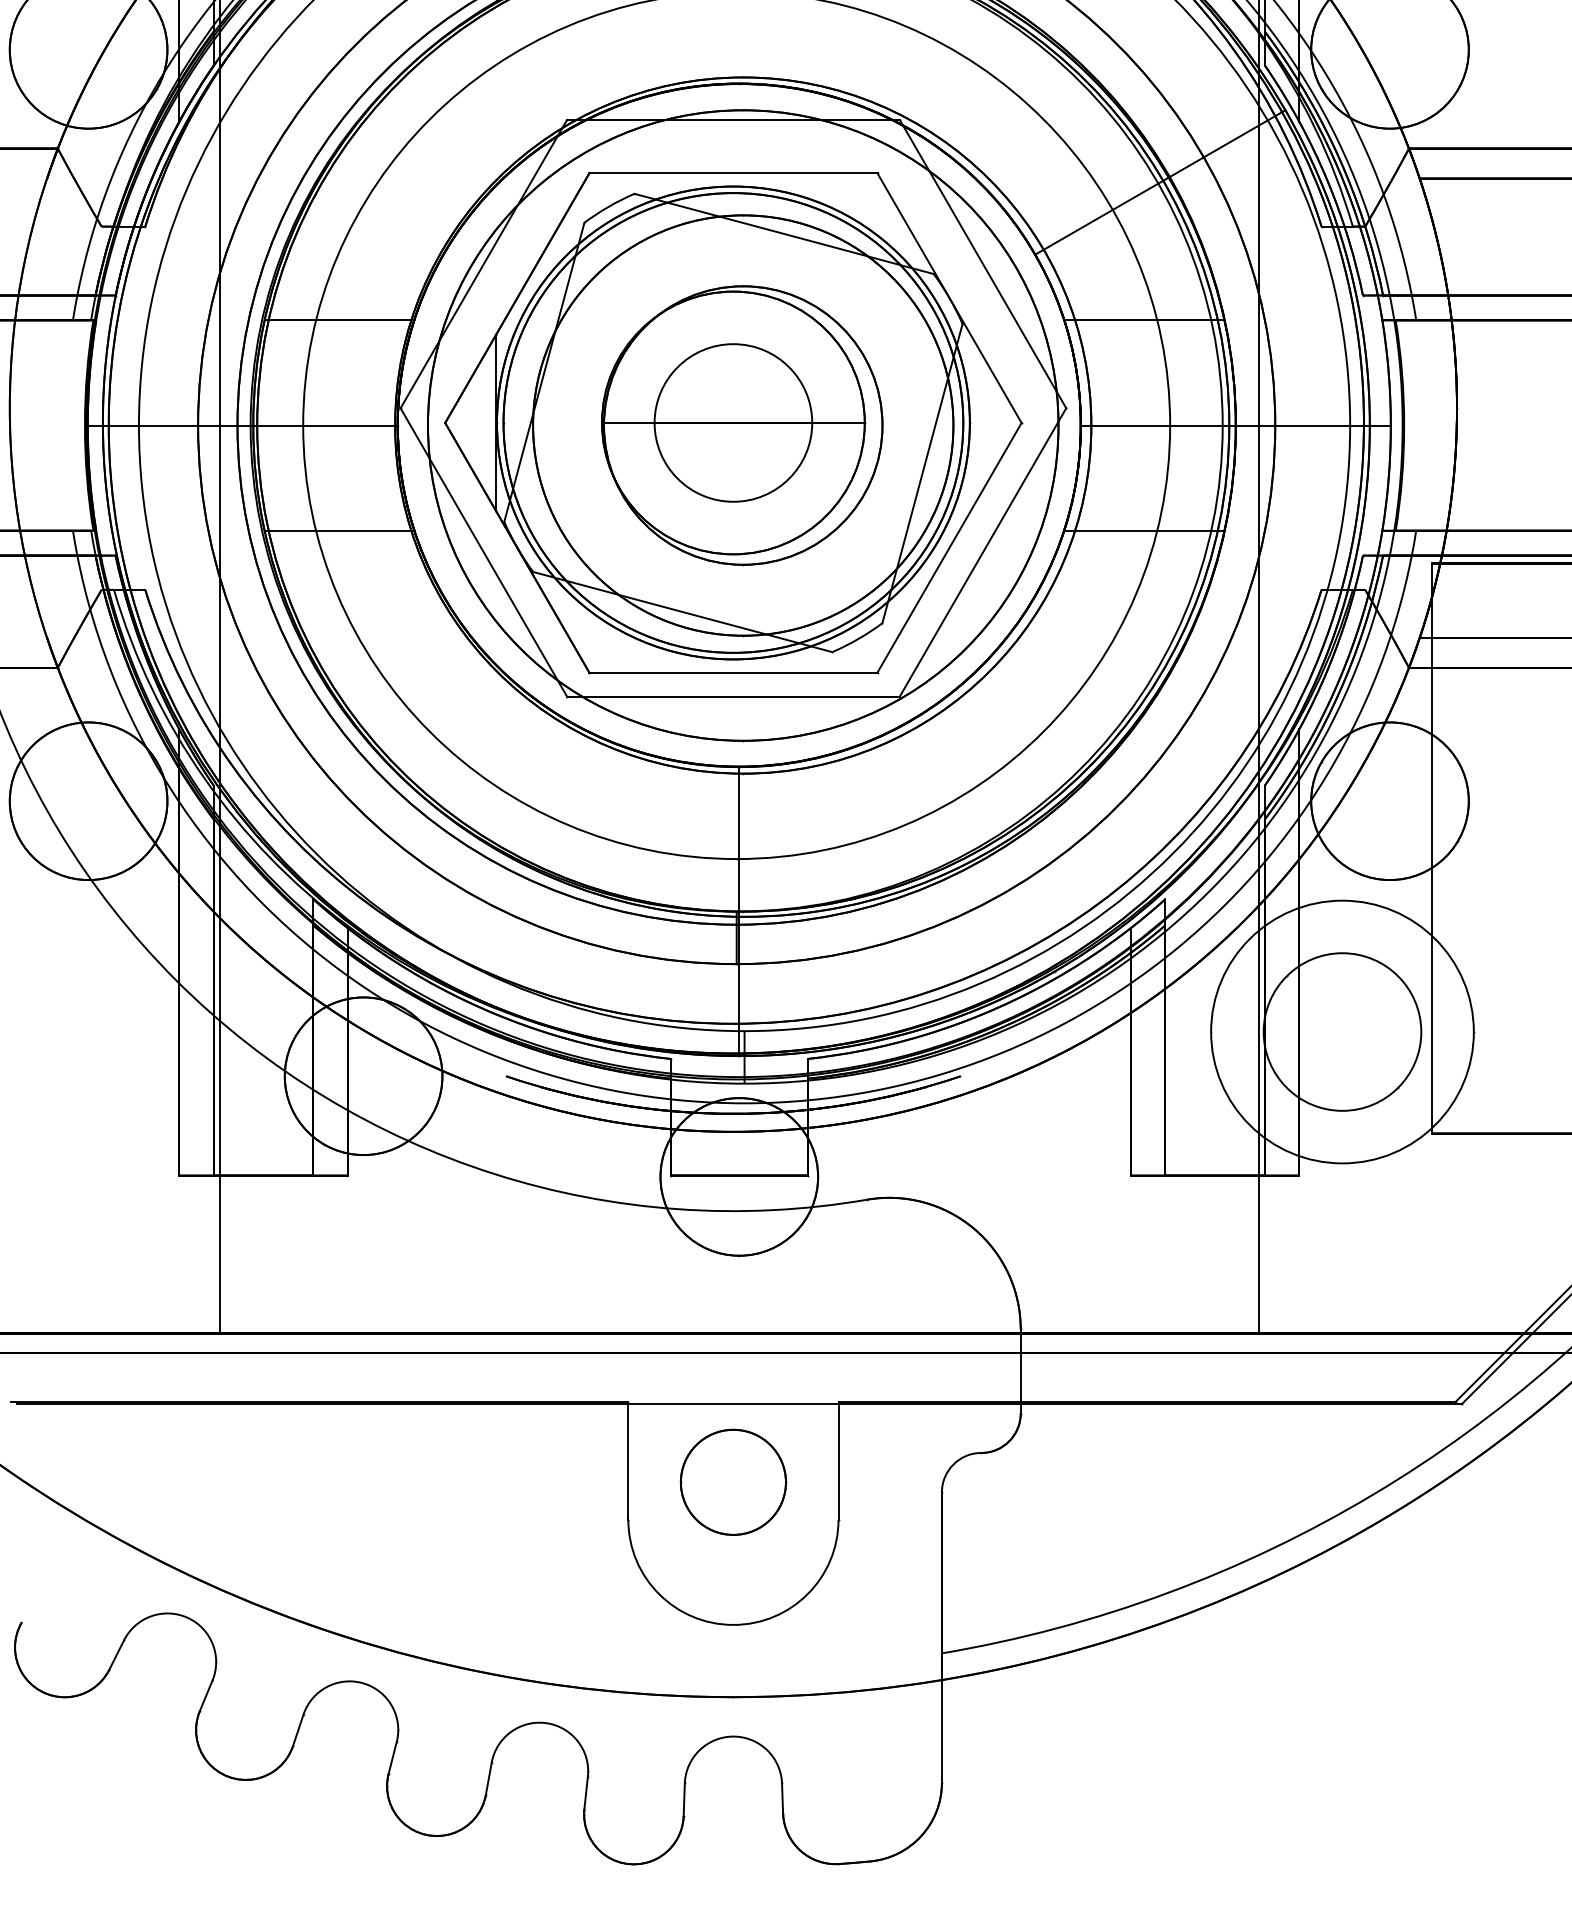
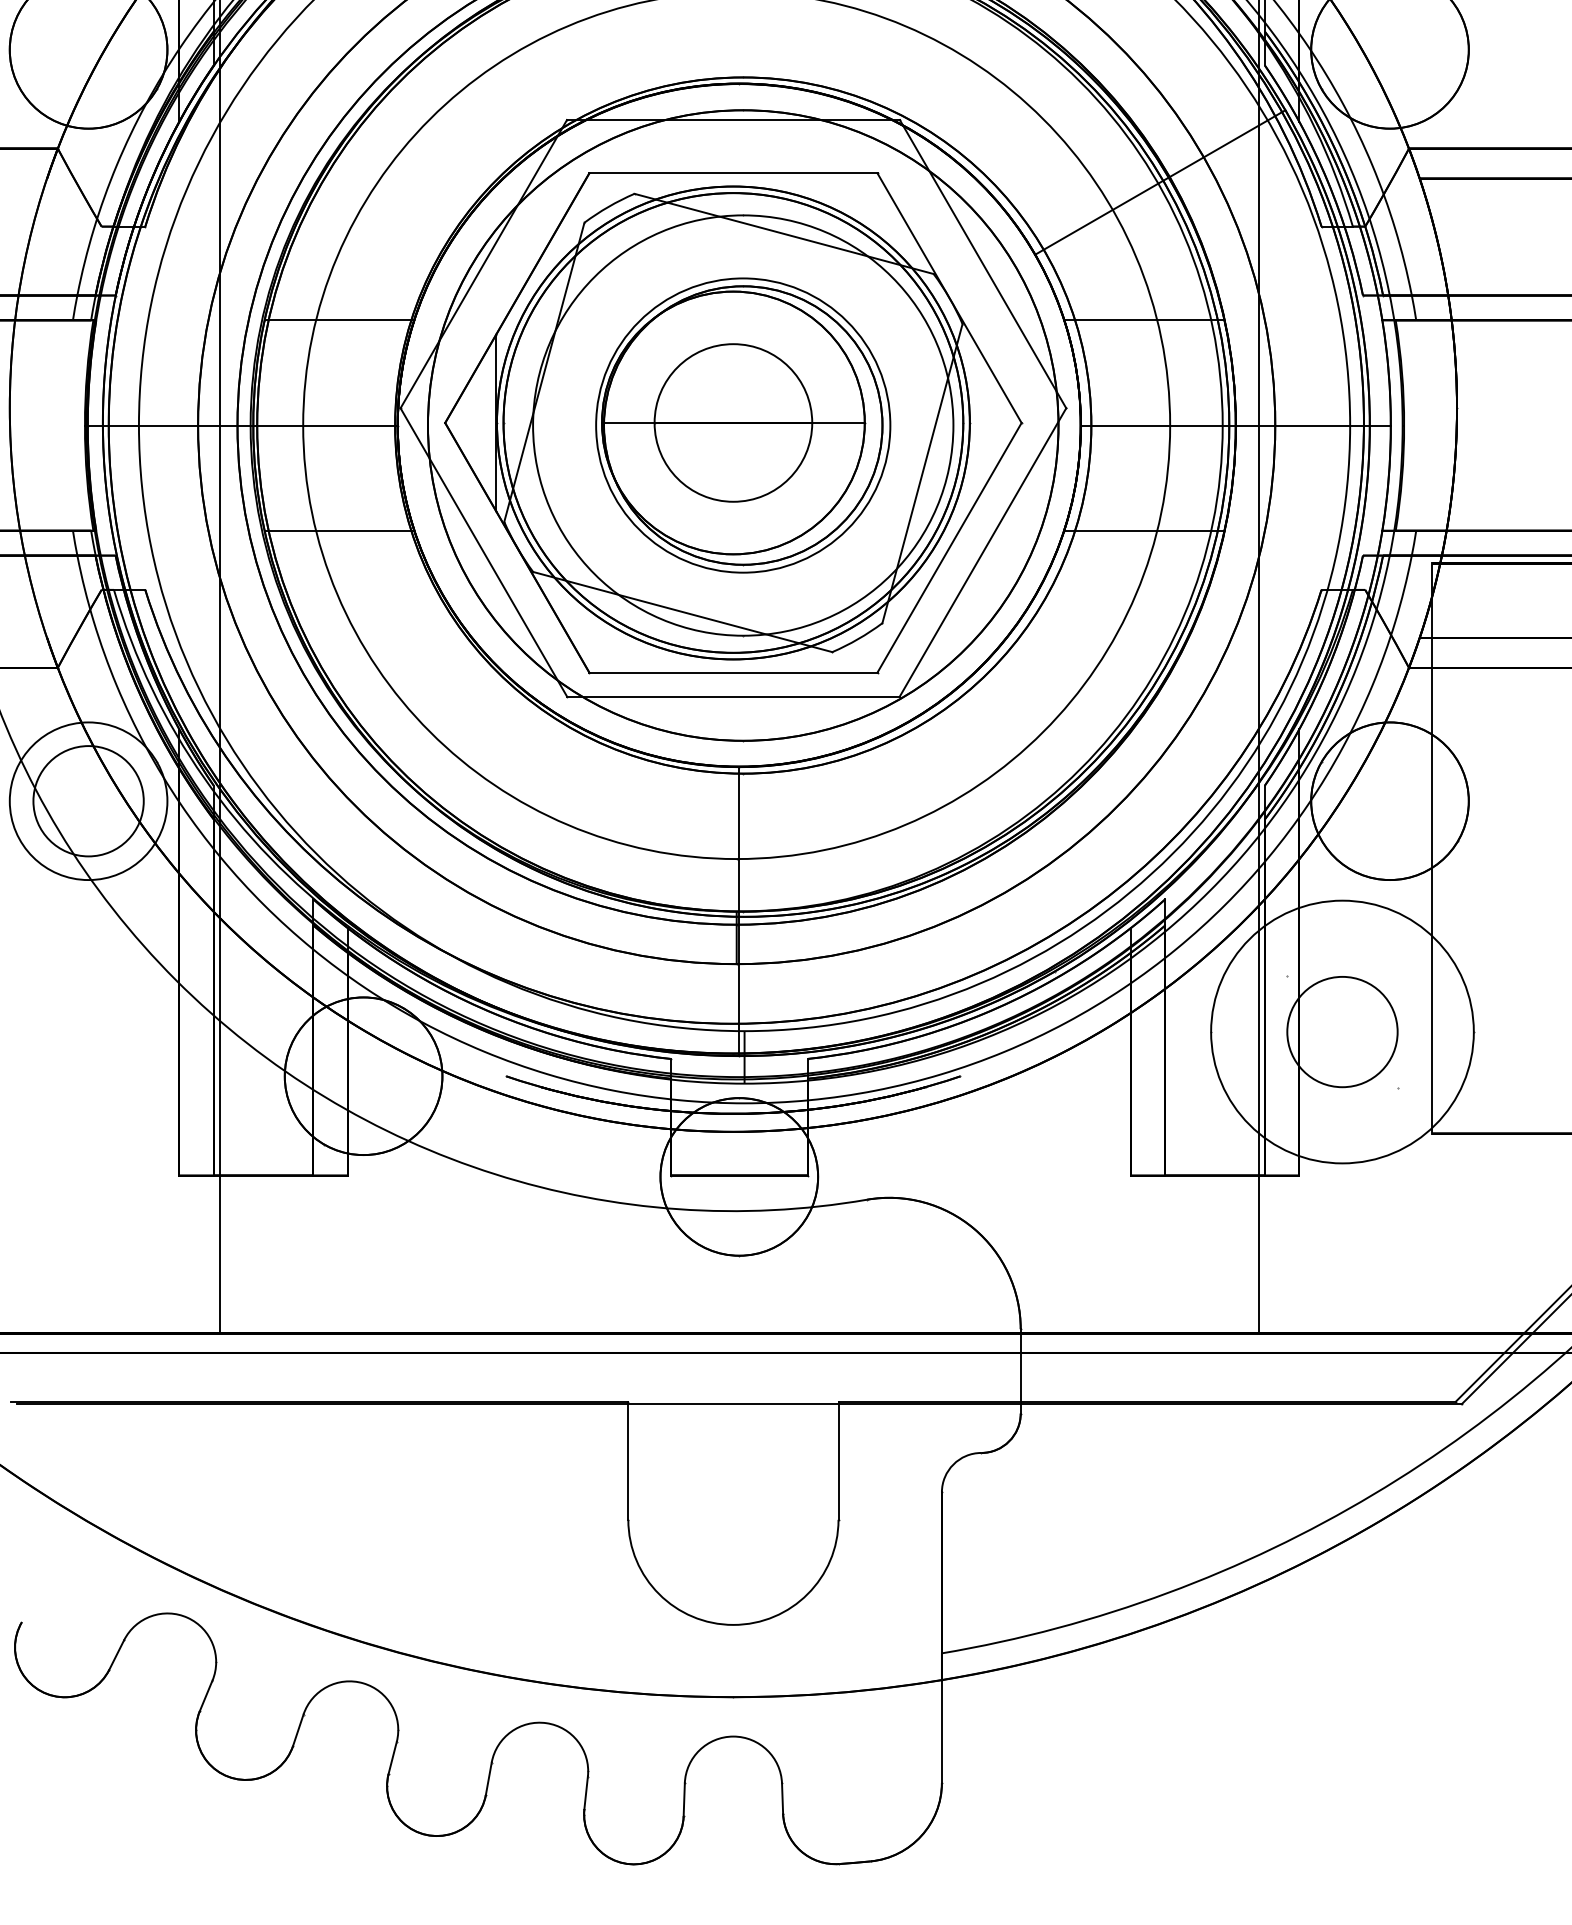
circle at (743, 425) diameter: 420 px -> 294 px
circle at (88, 801) diameter: 158 px -> 110 px
circle at (1342, 1031) diameter: 158 px -> 110 px
part at (733, 1481): present -> none
